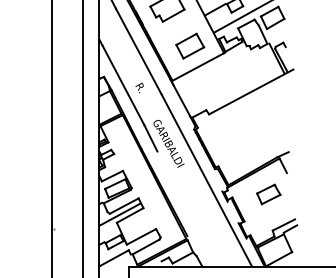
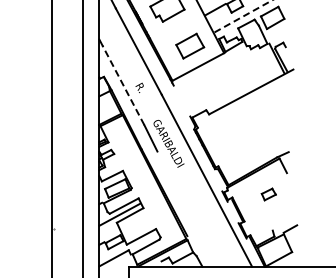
line at (243, 16): solid -> dashed
line at (123, 85): solid -> dashed
line at (181, 100): present -> none
part at (268, 194) size: 26x23 px -> 17x15 px
line at (283, 224): present -> none
